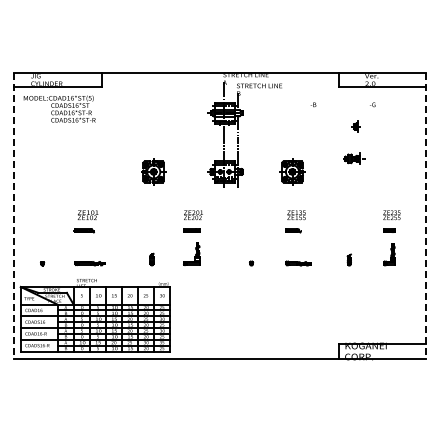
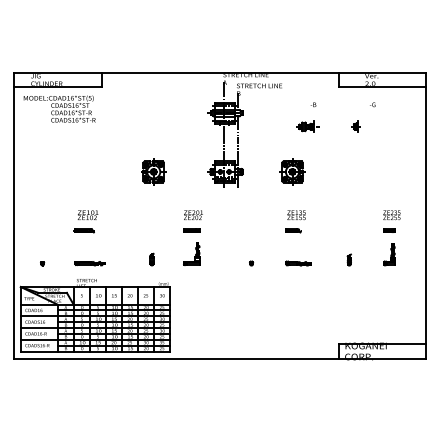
part at (353, 158) position: (353, 158) -> (307, 126)
line at (13, 216): dashed -> solid
line at (426, 216): dashed -> solid
